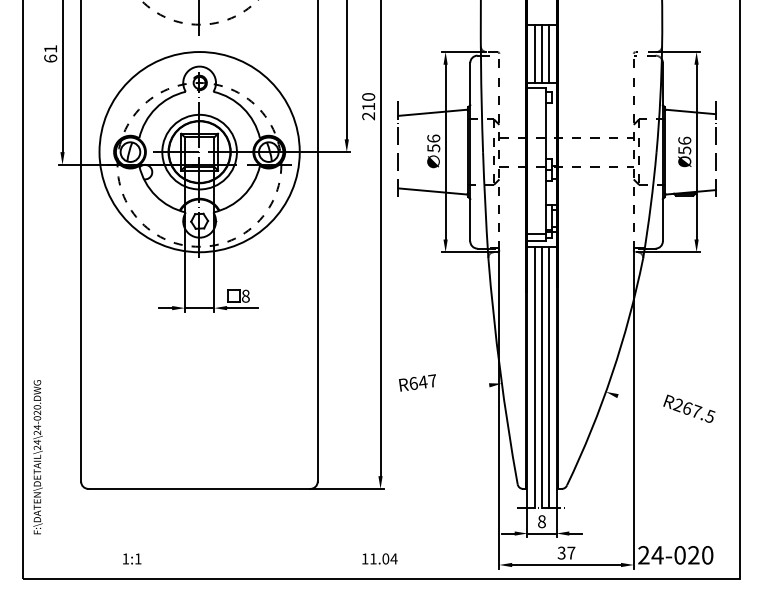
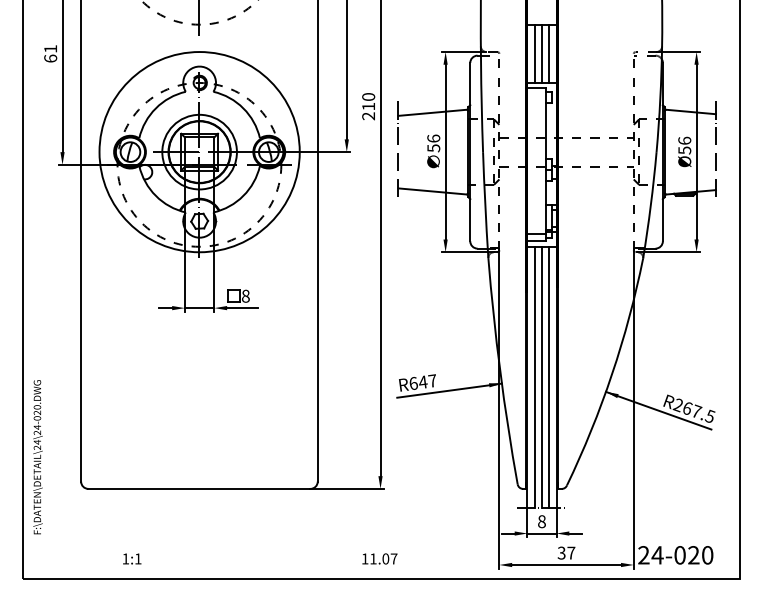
line at (449, 390): none -> present
line at (658, 410): none -> present
text at (393, 558): 11.04 -> 11.07
